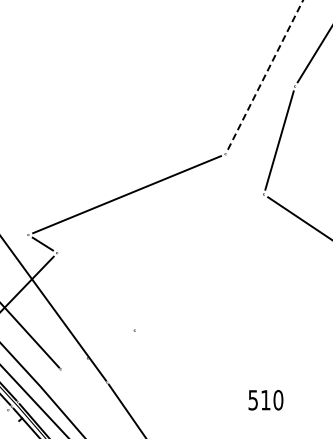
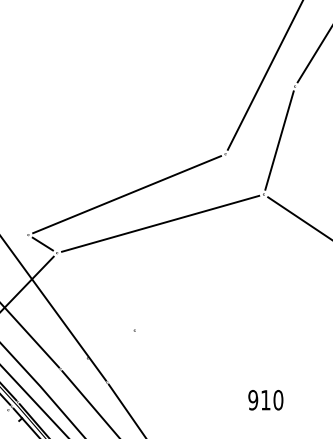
line at (265, 74): dashed -> solid
line at (160, 223): none -> present
text at (253, 400): 510 -> 910
line at (89, 403): none -> present
